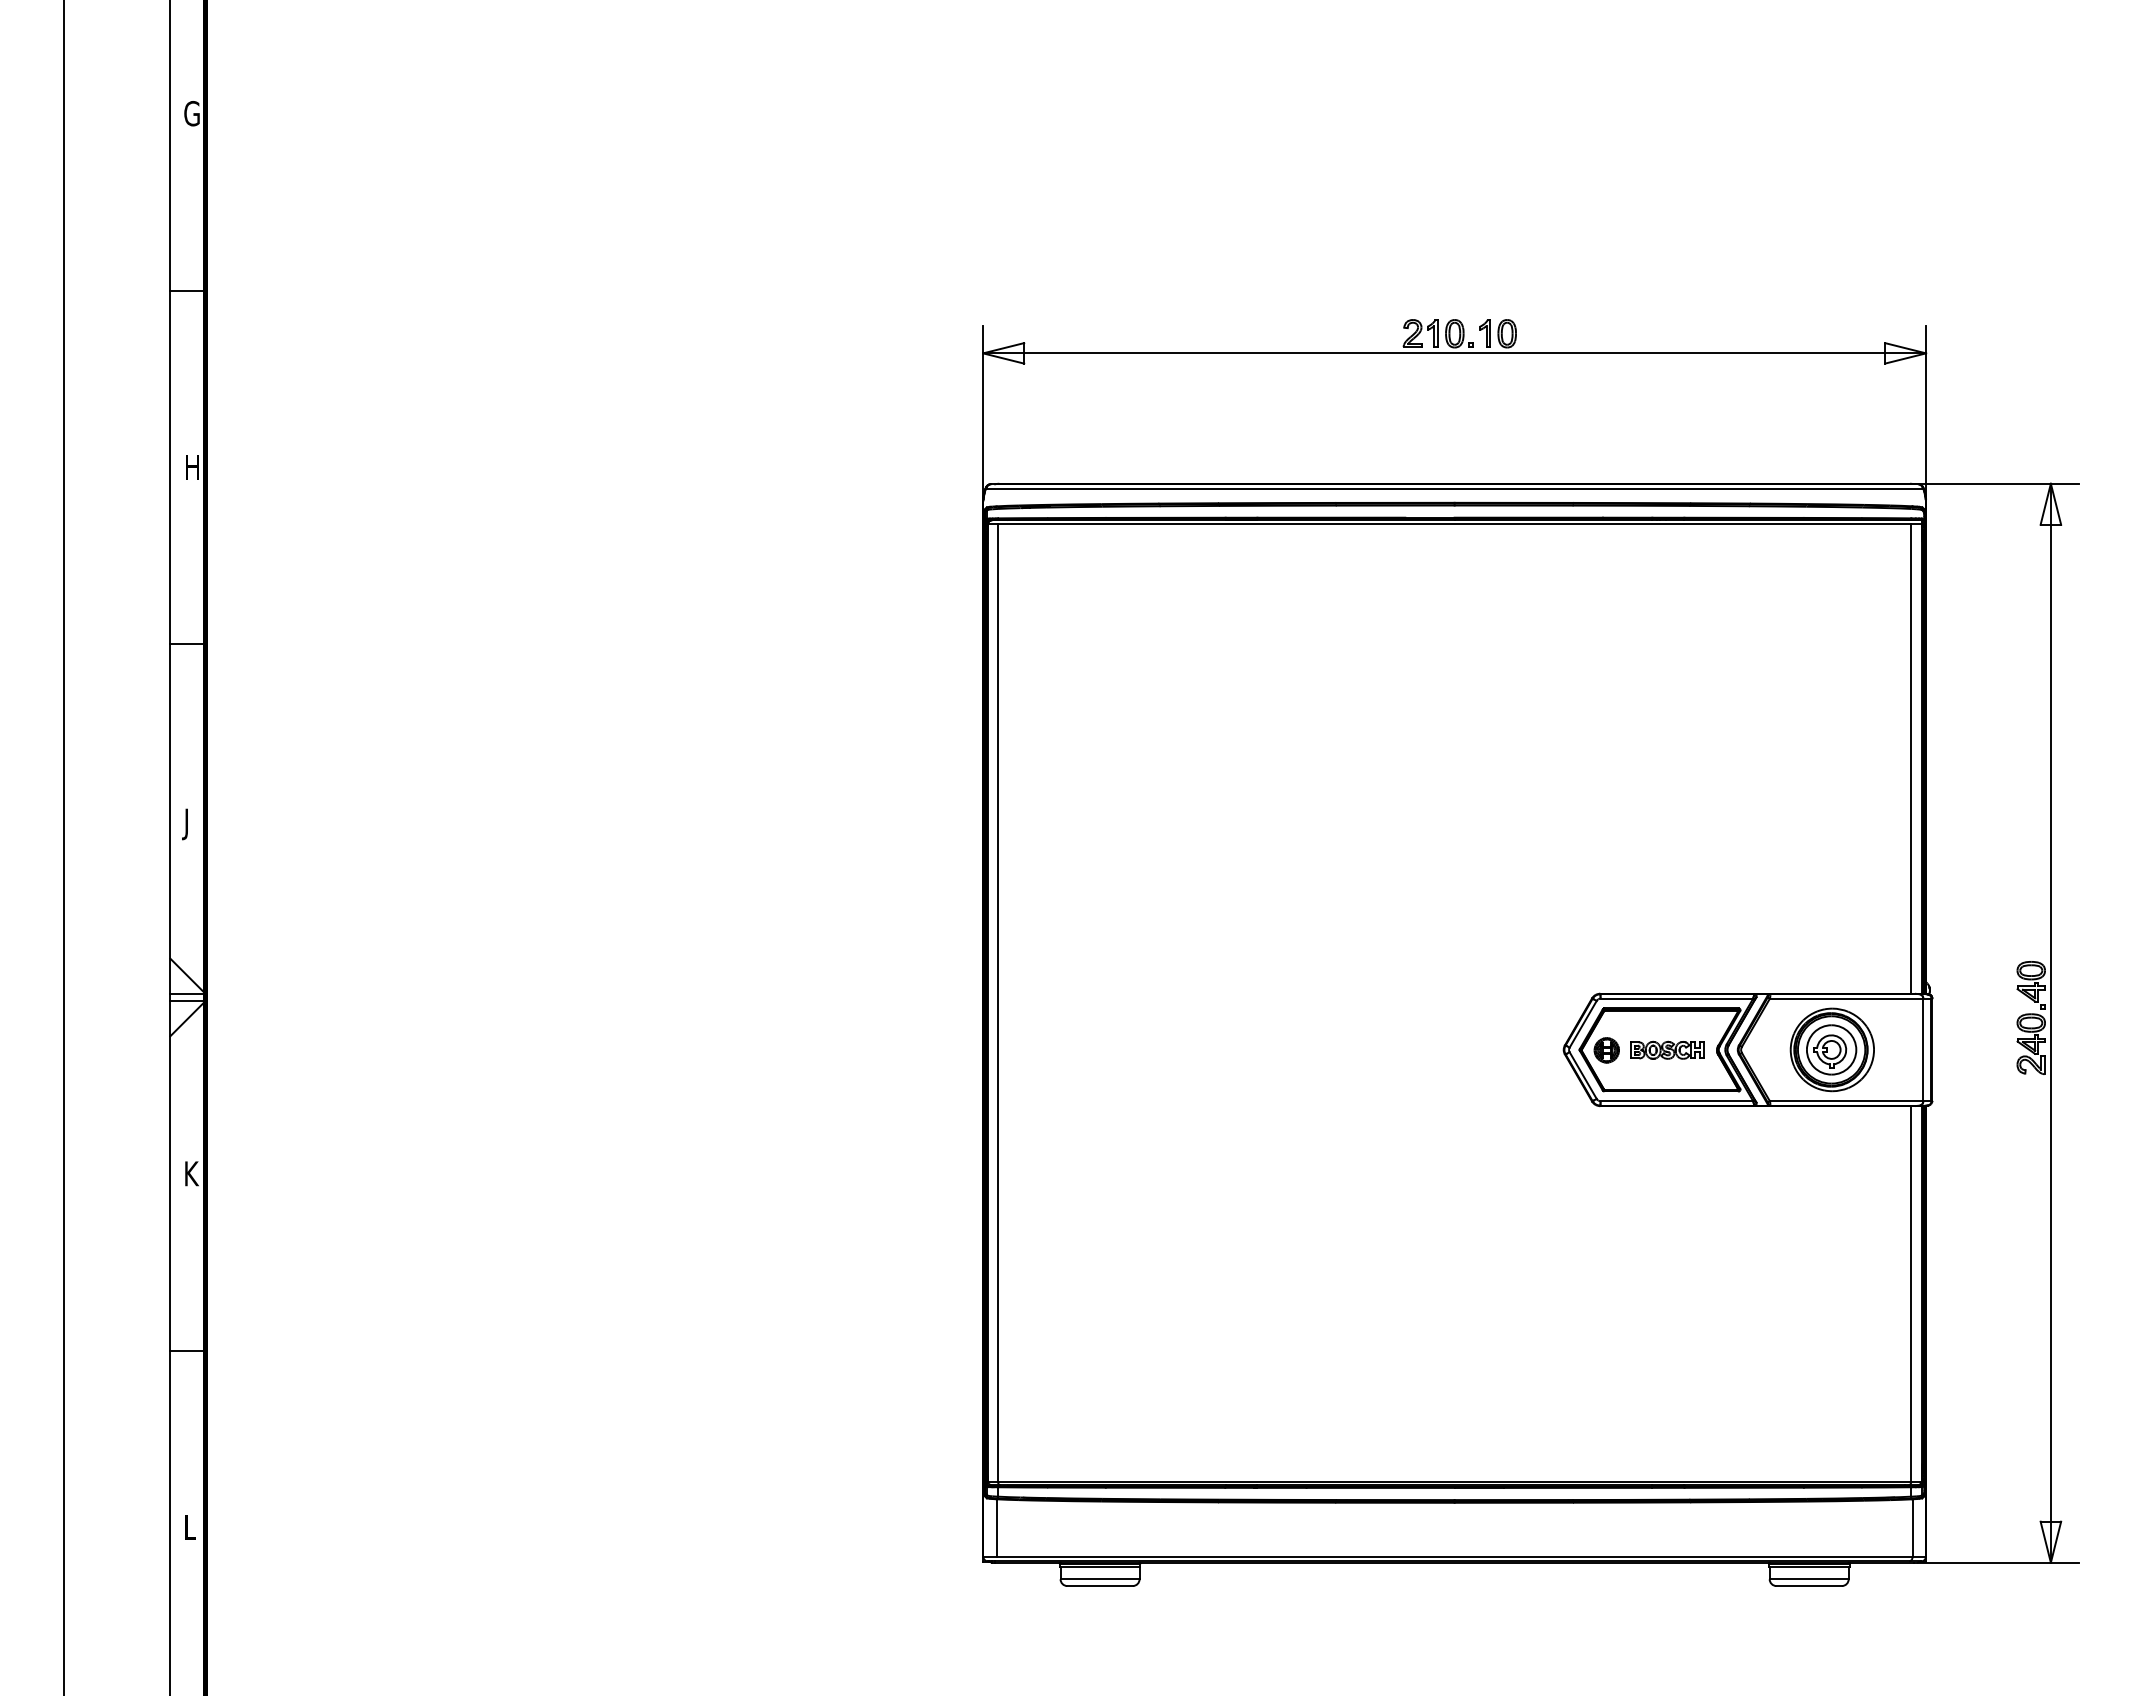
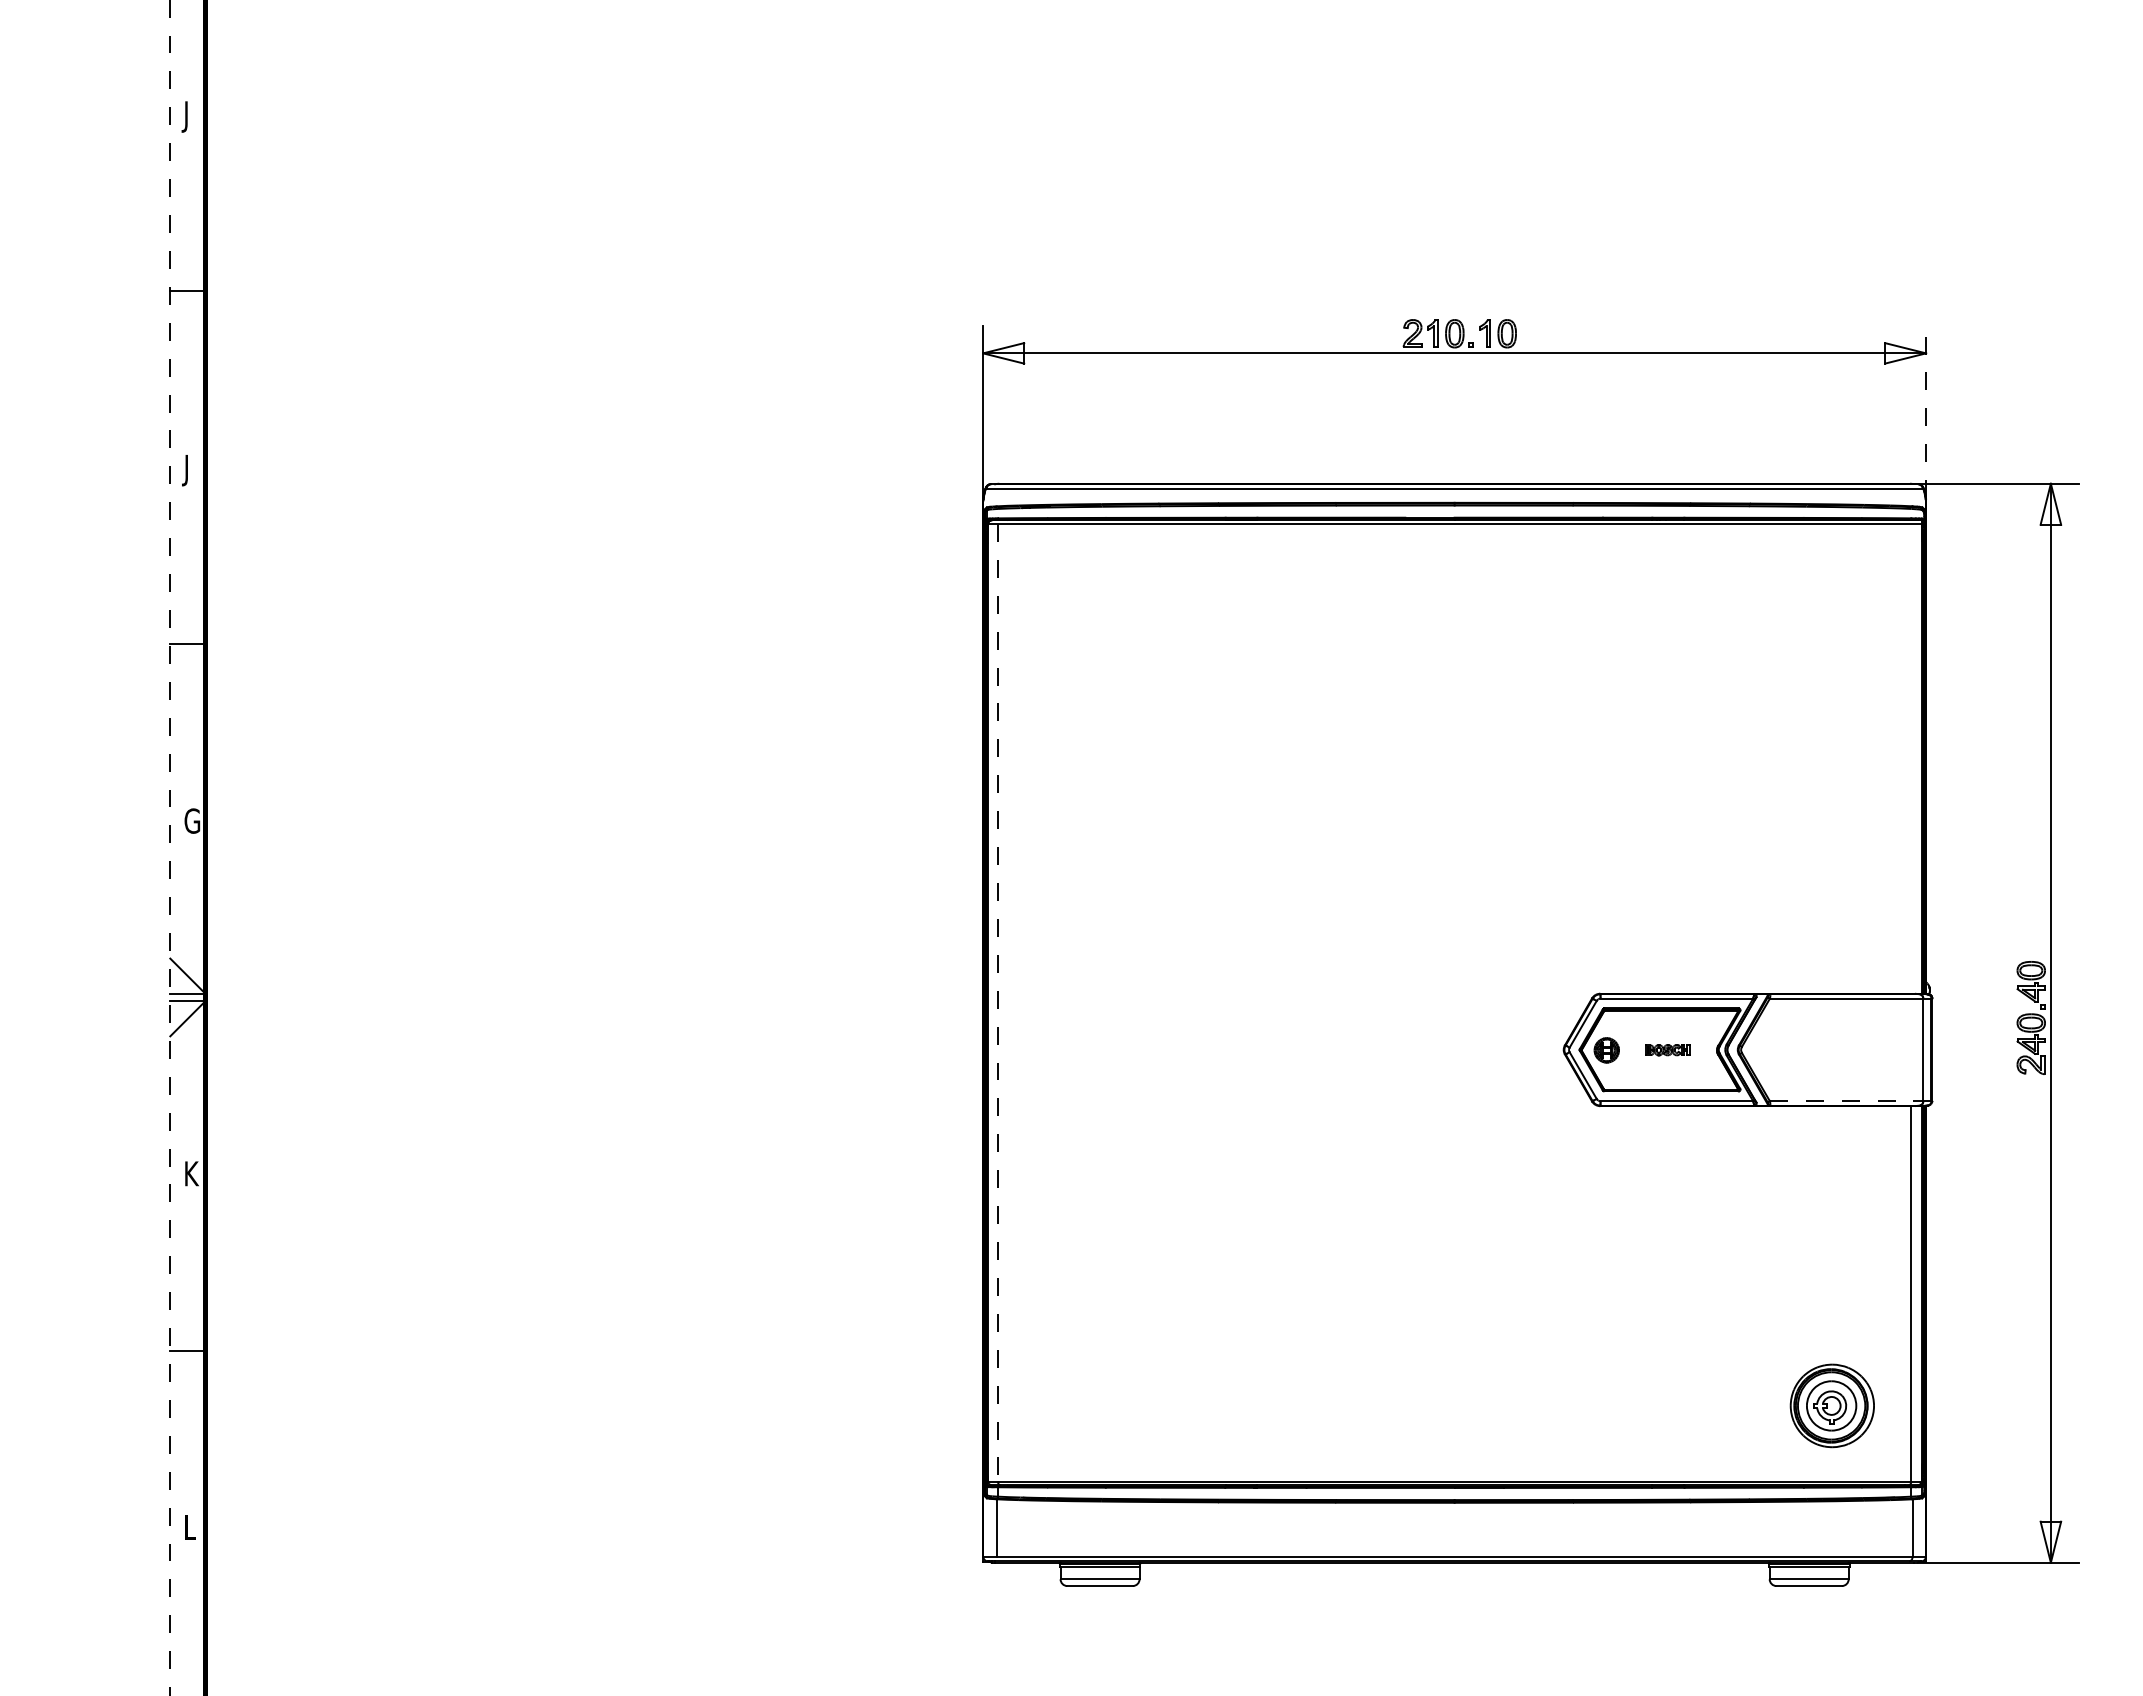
text at (190, 116): G -> J
line at (1926, 411): solid -> dashed
text at (190, 470): H -> J
line at (1911, 758): present -> none
text at (191, 824): J -> G
line at (64, 847): present -> none
line at (170, 848): solid -> dashed
line at (997, 1002): solid -> dashed
part at (1667, 1049) size: 75x20 px -> 46x13 px
part at (1831, 1049) position: (1831, 1049) -> (1831, 1405)
line at (1851, 1101): solid -> dashed
